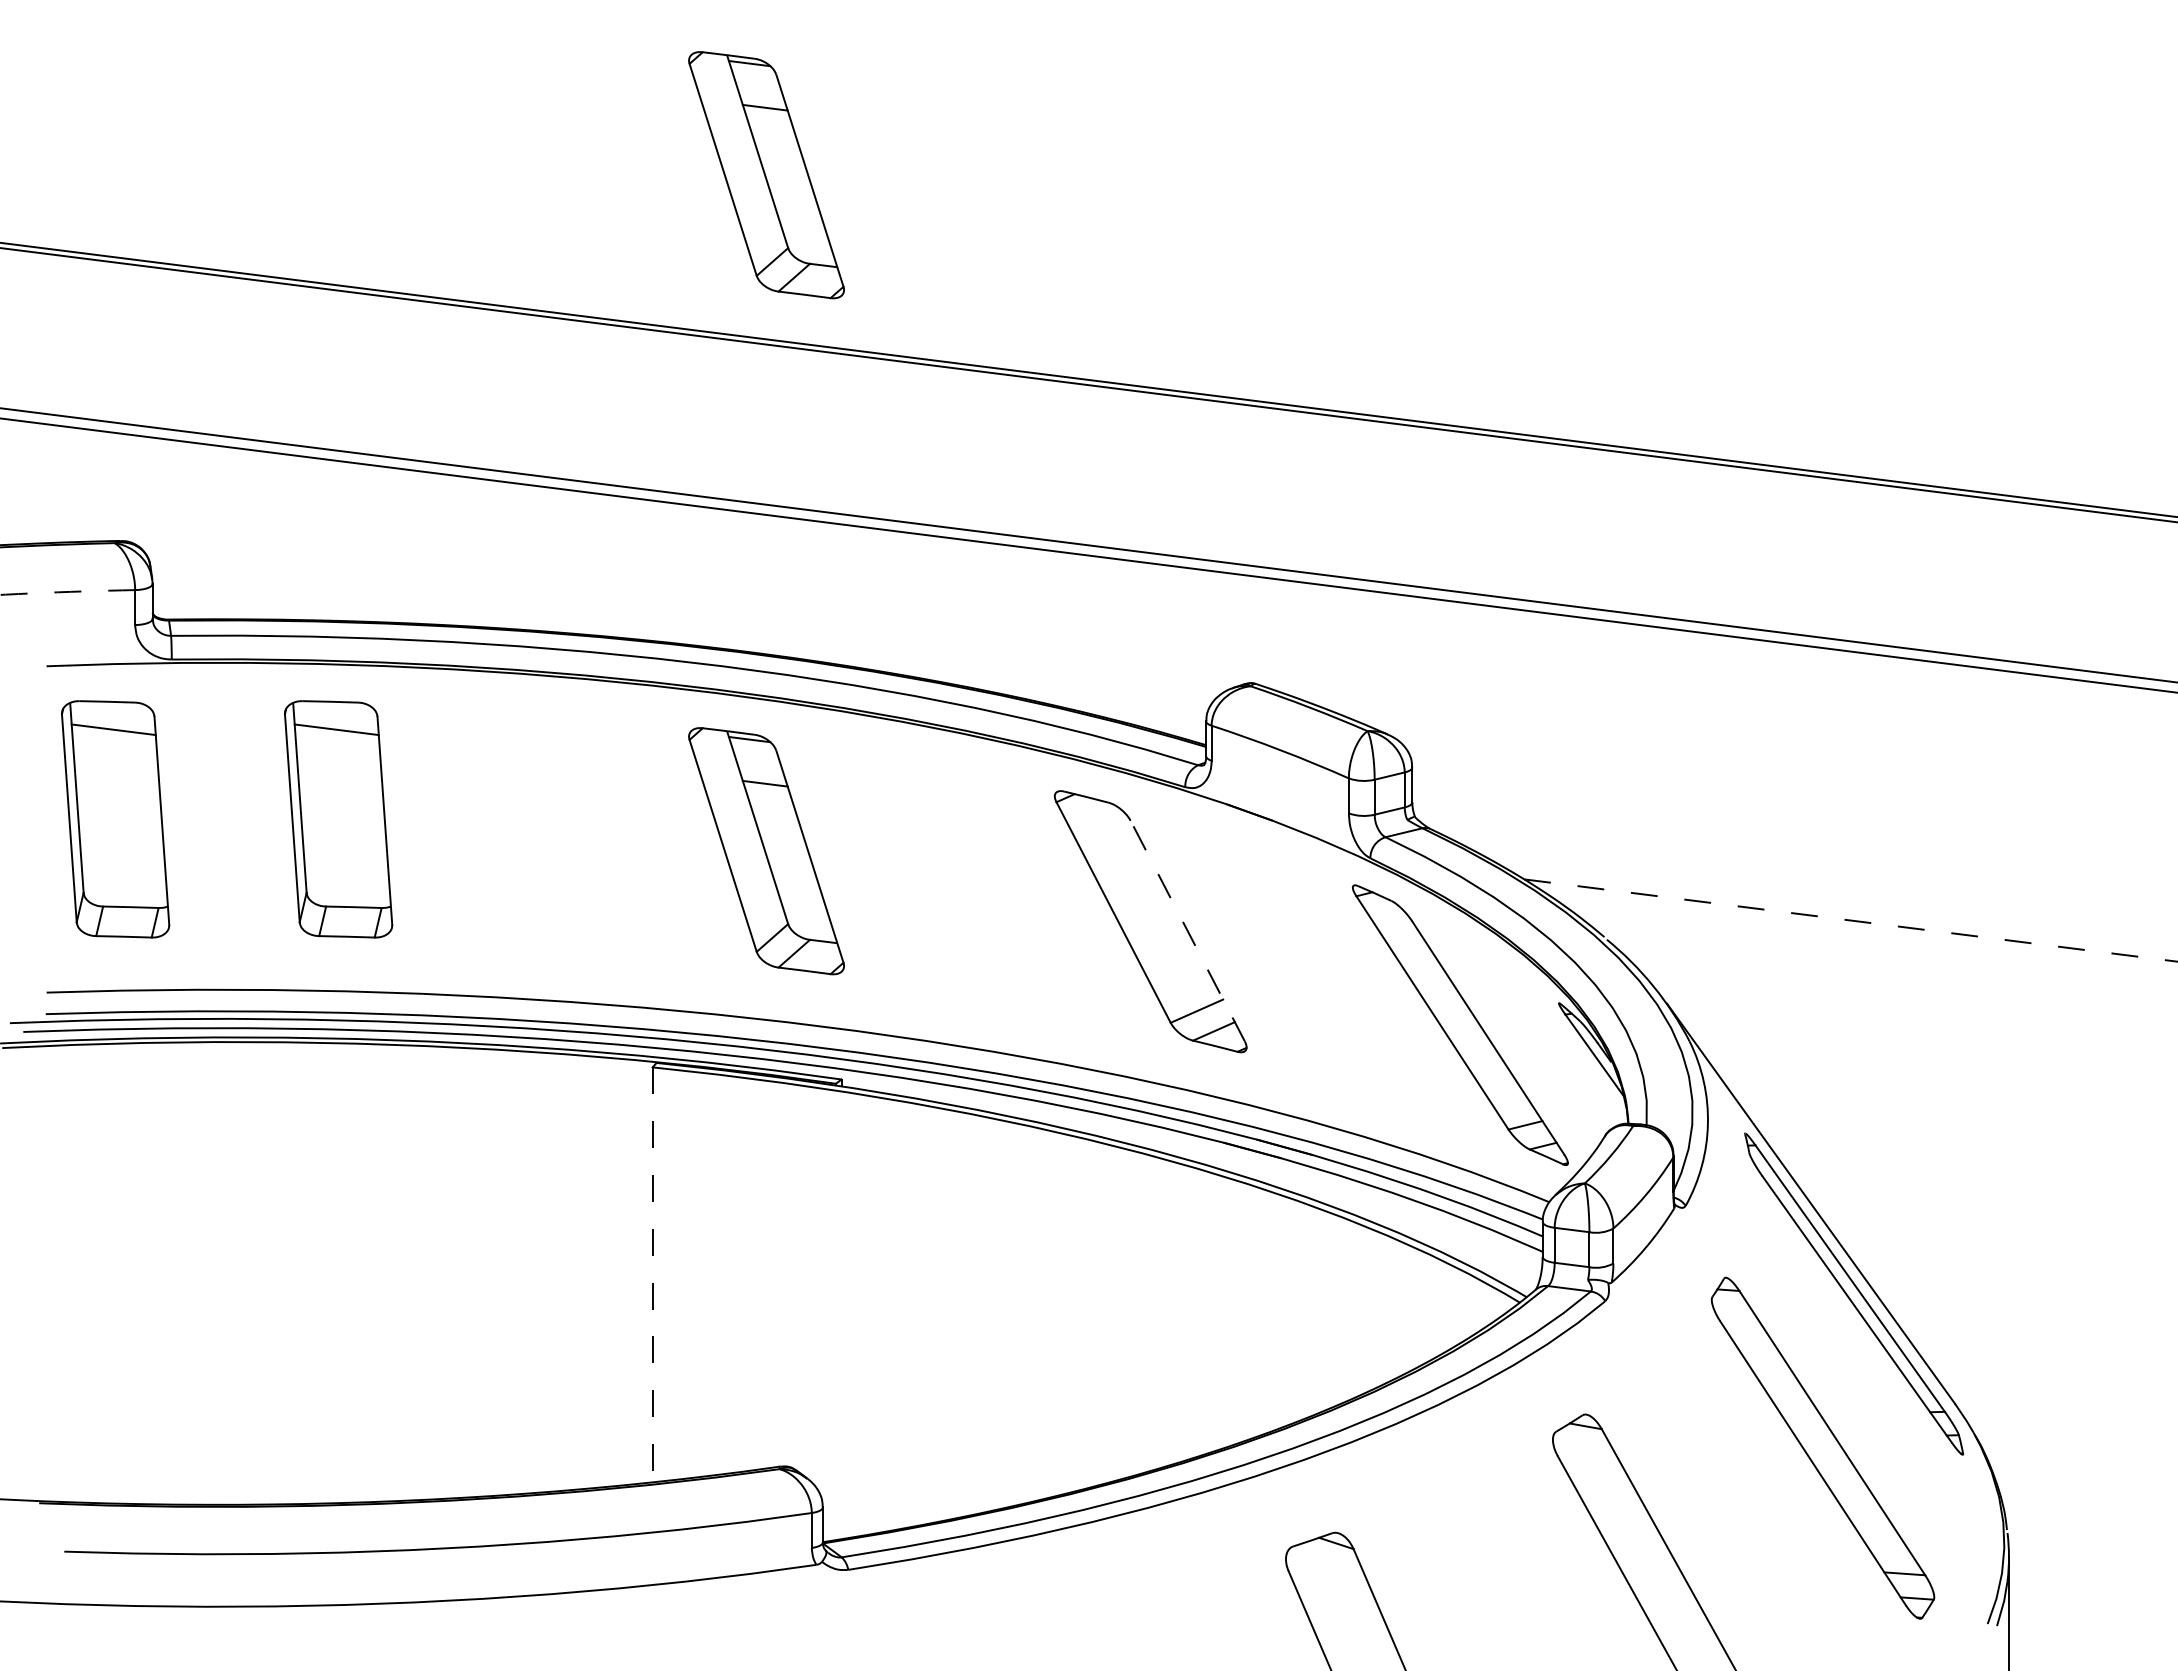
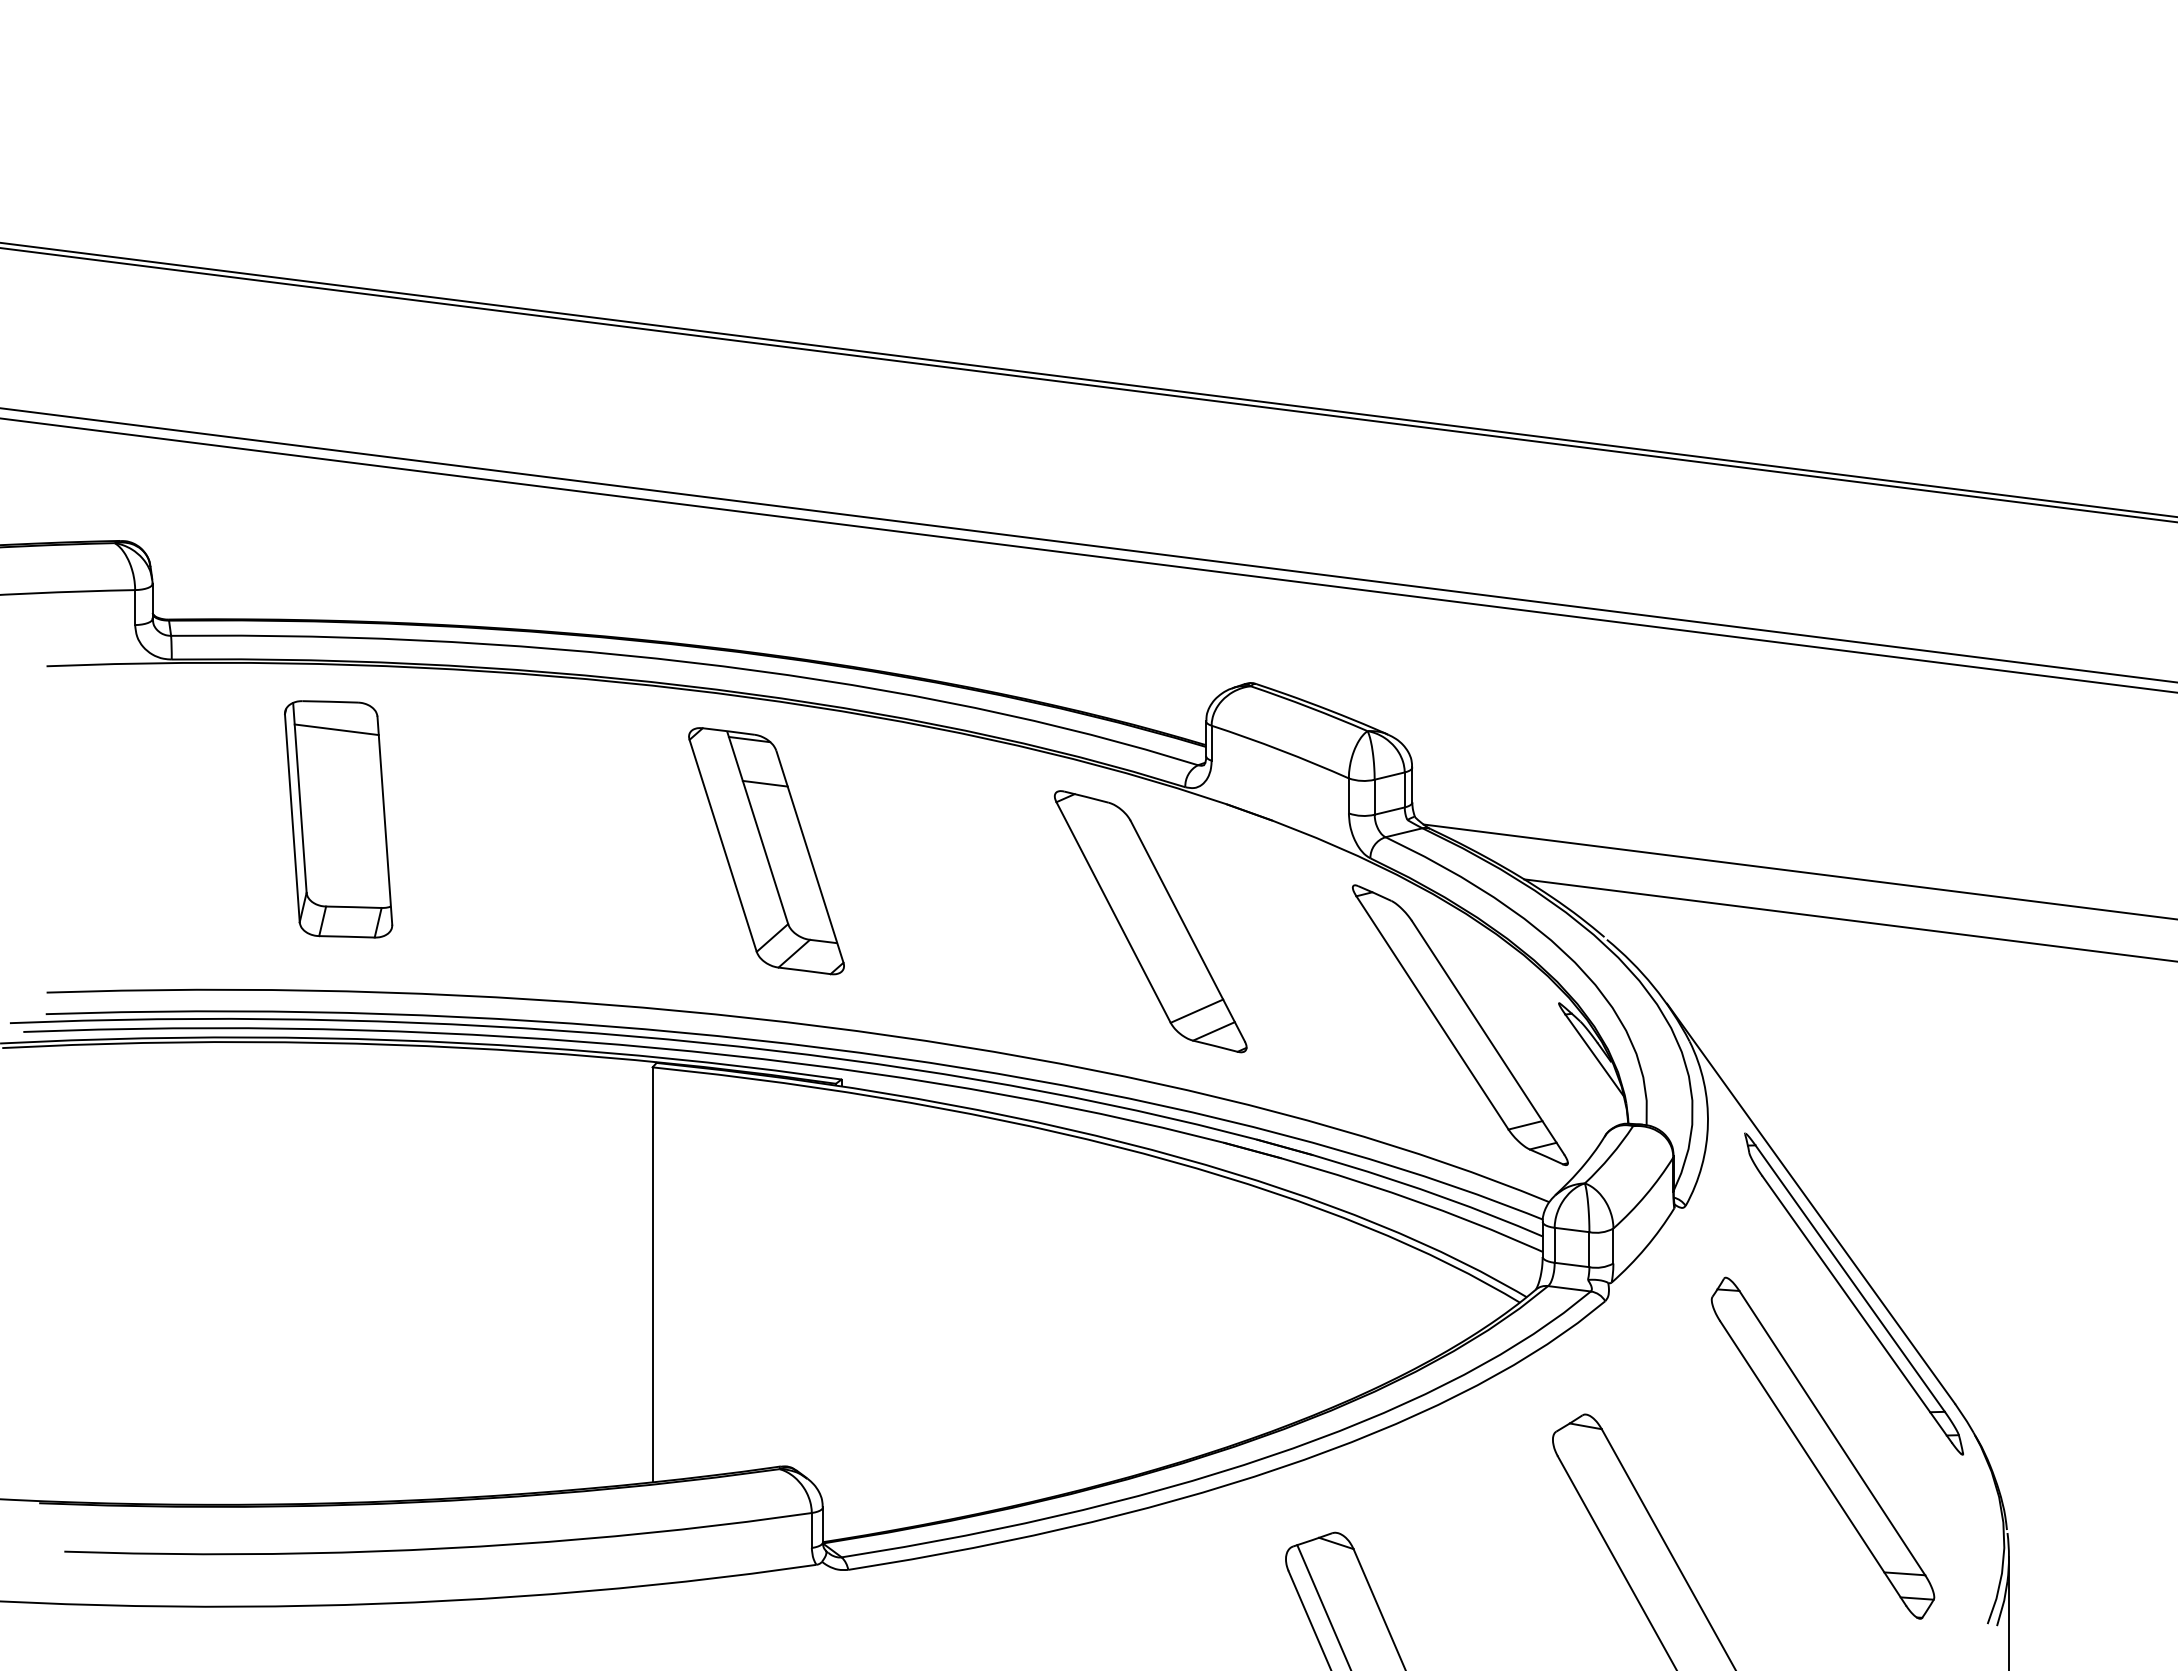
part at (766, 175): present -> none
arc at (67, 592): dashed -> solid
part at (115, 819): present -> none
line at (1798, 871): none -> present
line at (1851, 920): dashed -> solid
line at (1187, 930): dashed -> solid
line at (652, 1275): dashed -> solid
line at (1323, 1606): none -> present
